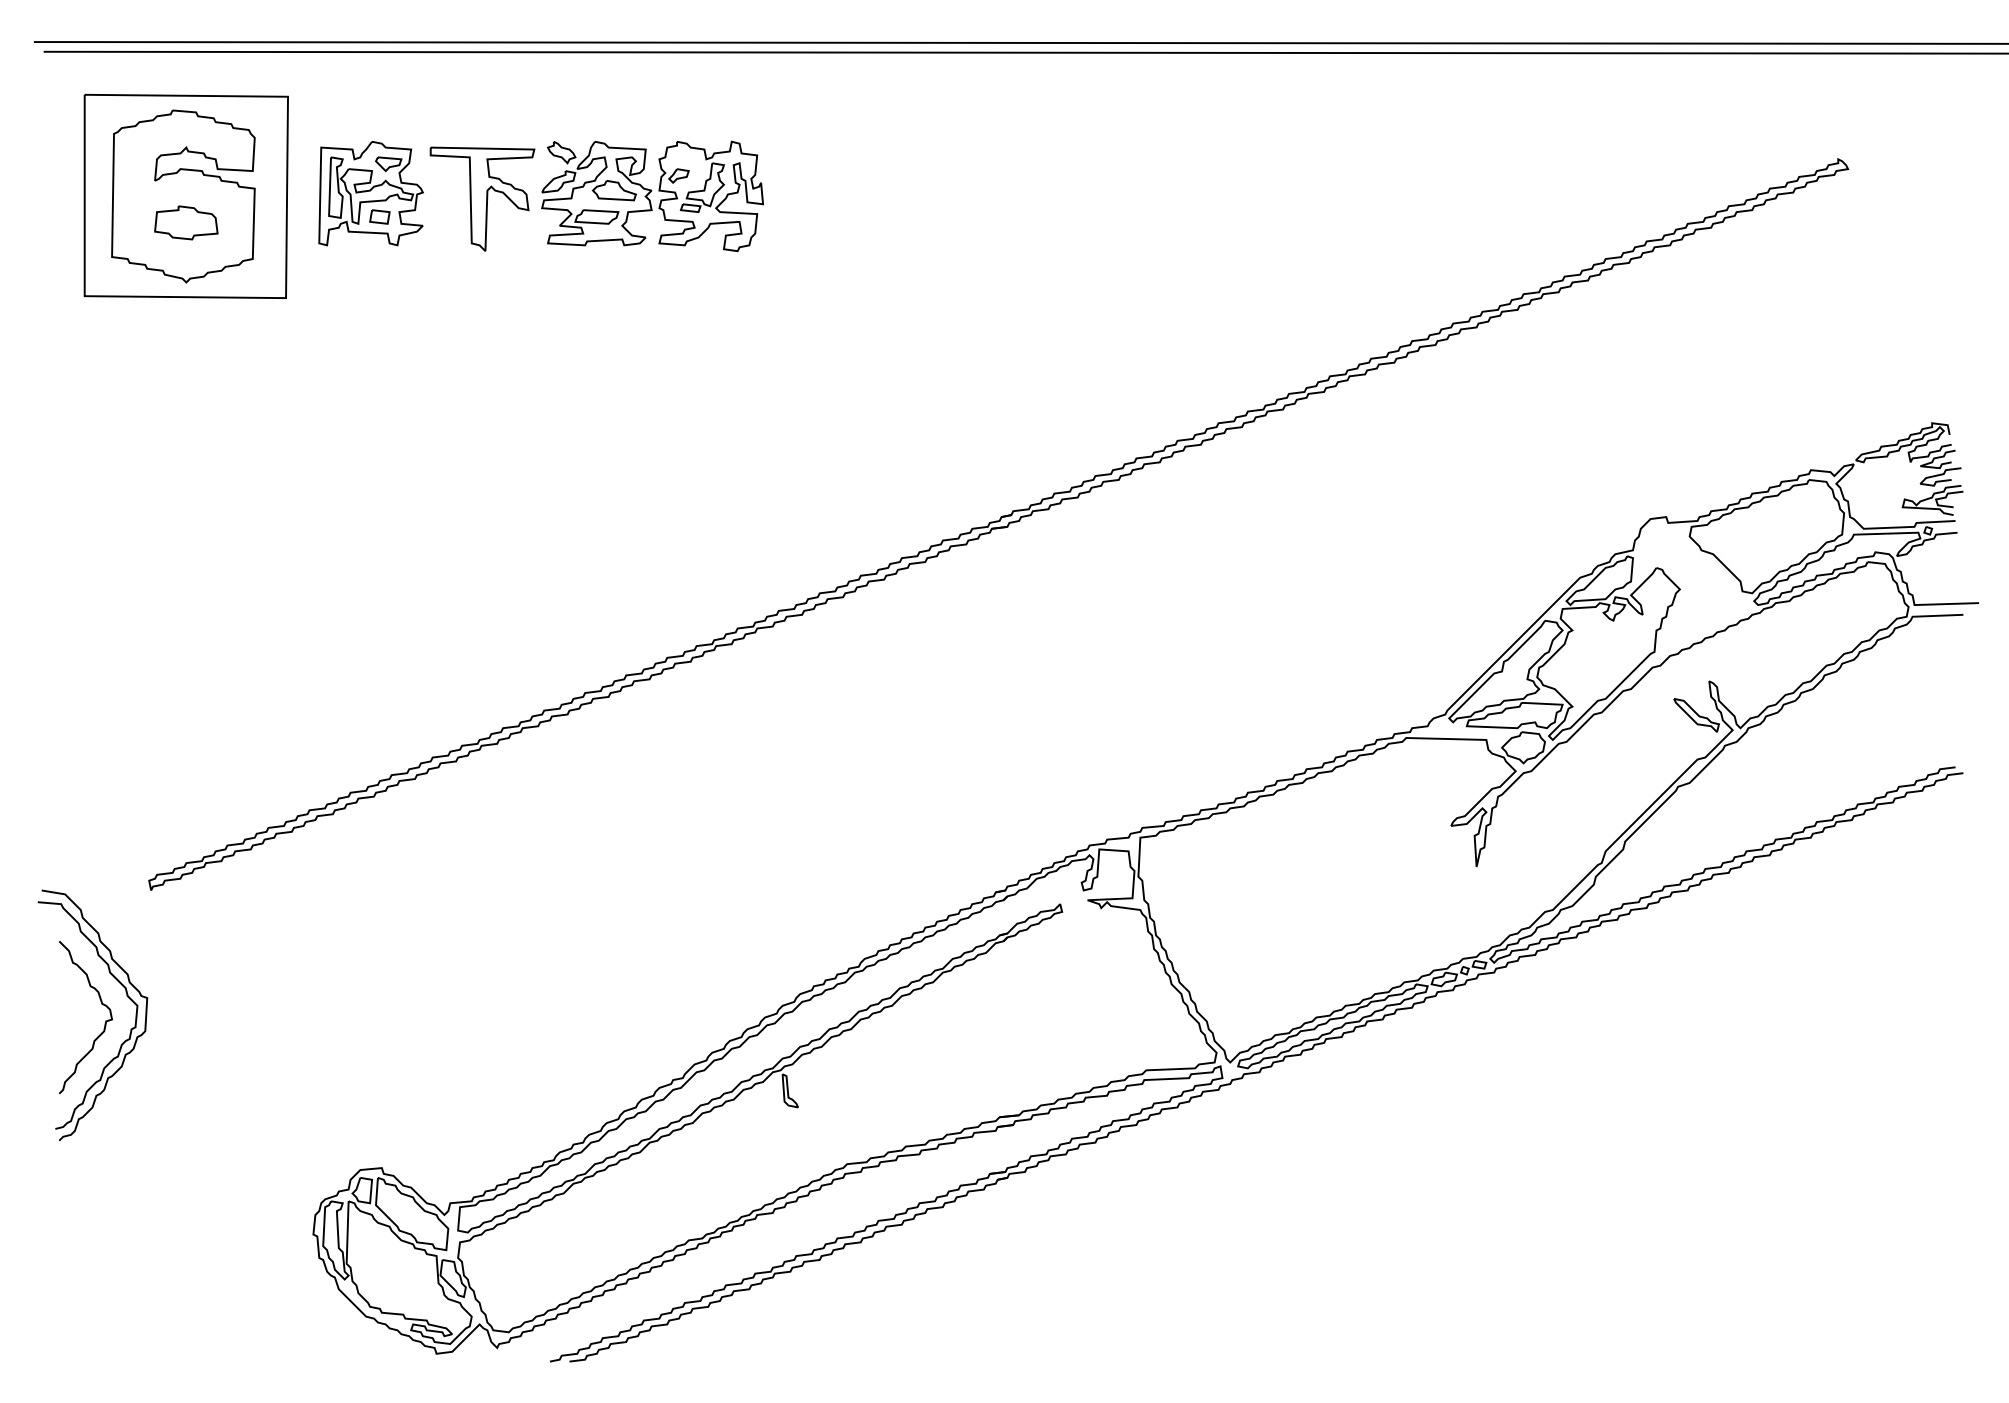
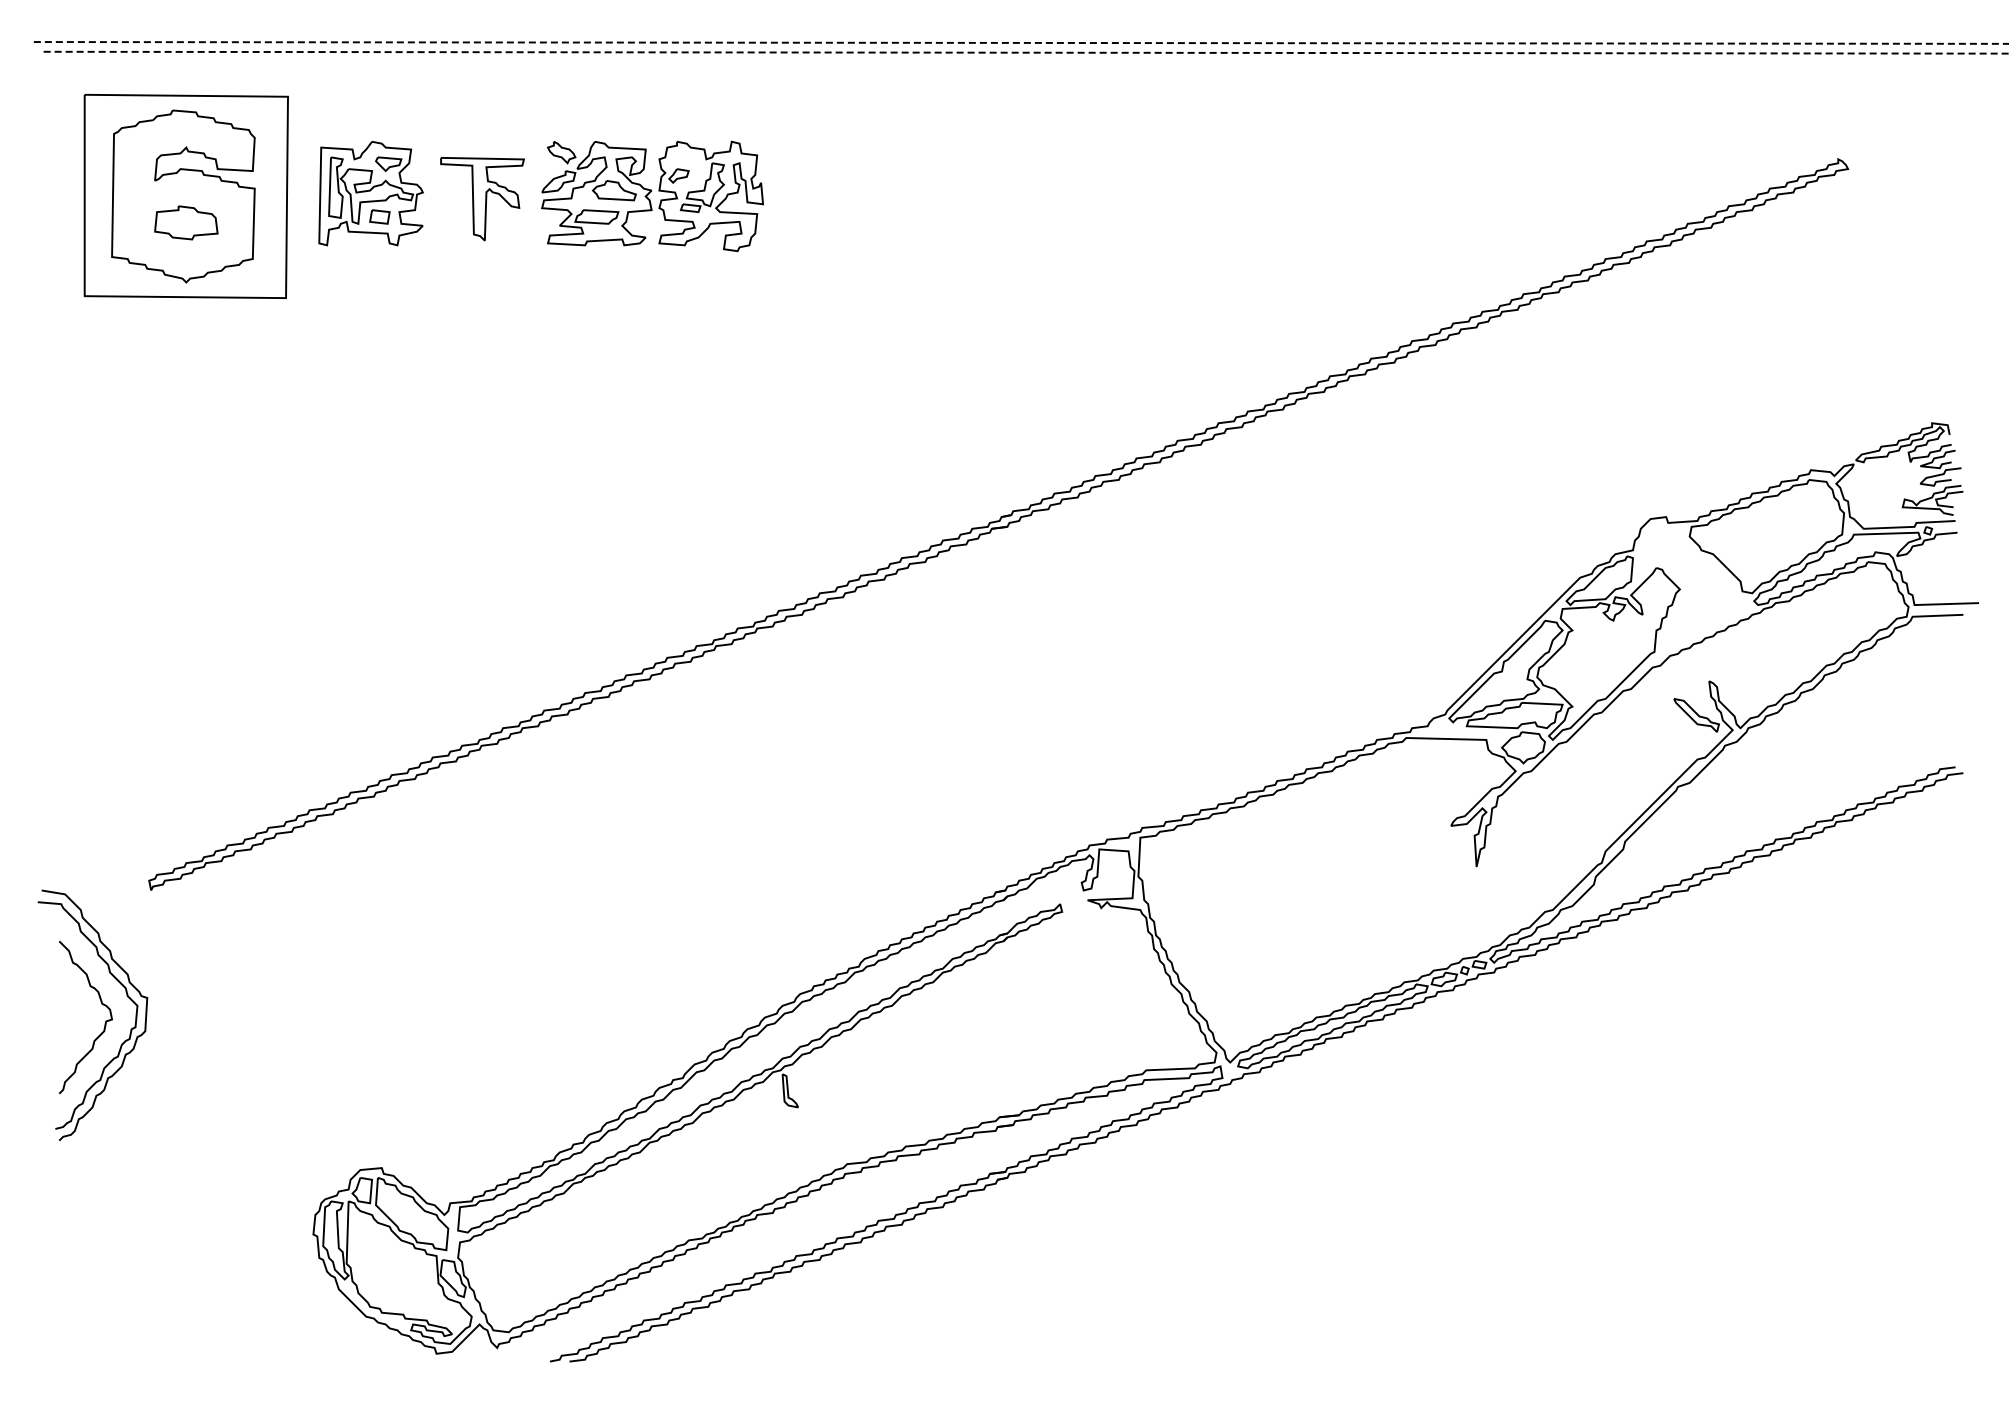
line at (1021, 42): solid -> dashed
line at (1026, 52): solid -> dashed
part at (482, 198) size: 107x106 px -> 85x85 px
